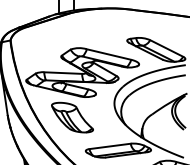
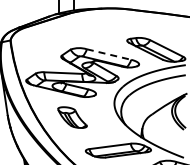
line at (109, 54): solid -> dashed
part at (72, 117) size: 43x33 px -> 31x23 px
